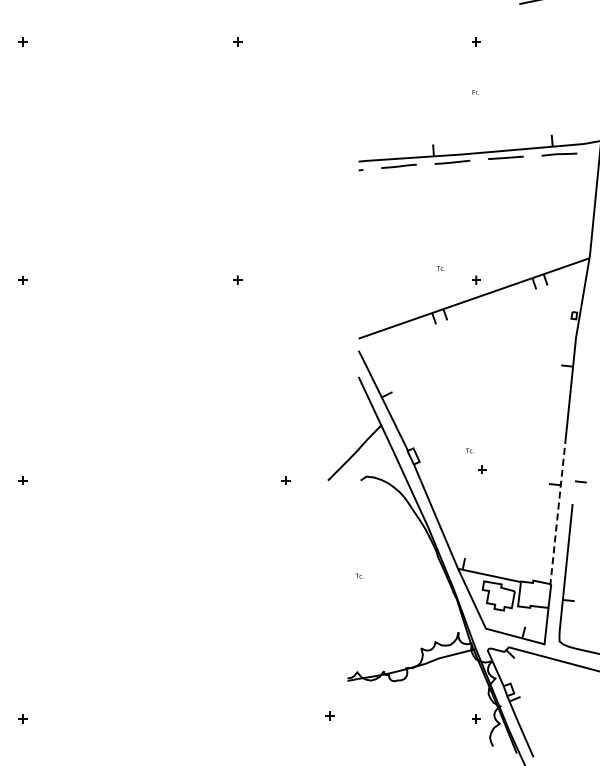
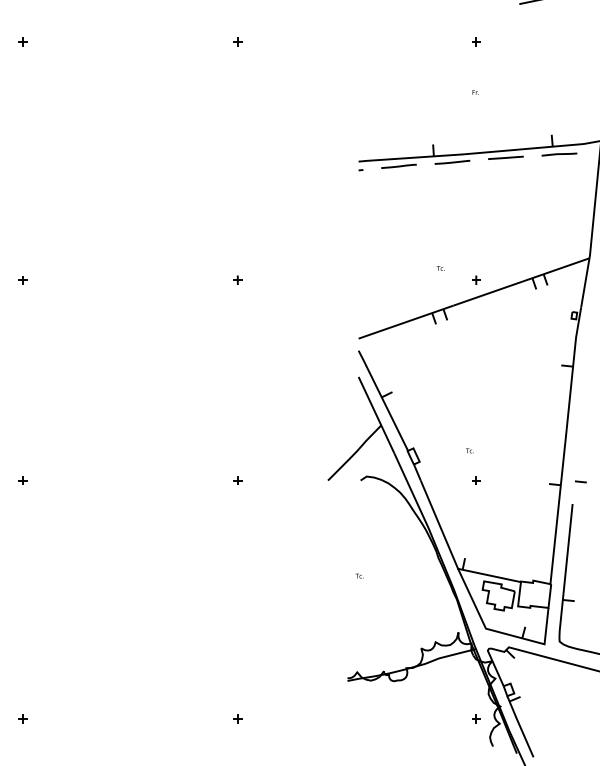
part at (482, 469) position: (482, 469) -> (476, 480)
part at (285, 480) position: (285, 480) -> (237, 480)
line at (558, 511): dashed -> solid
part at (329, 715) position: (329, 715) -> (237, 718)
